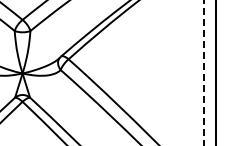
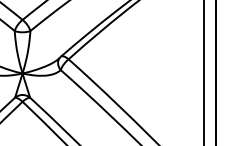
line at (204, 72): dashed -> solid
